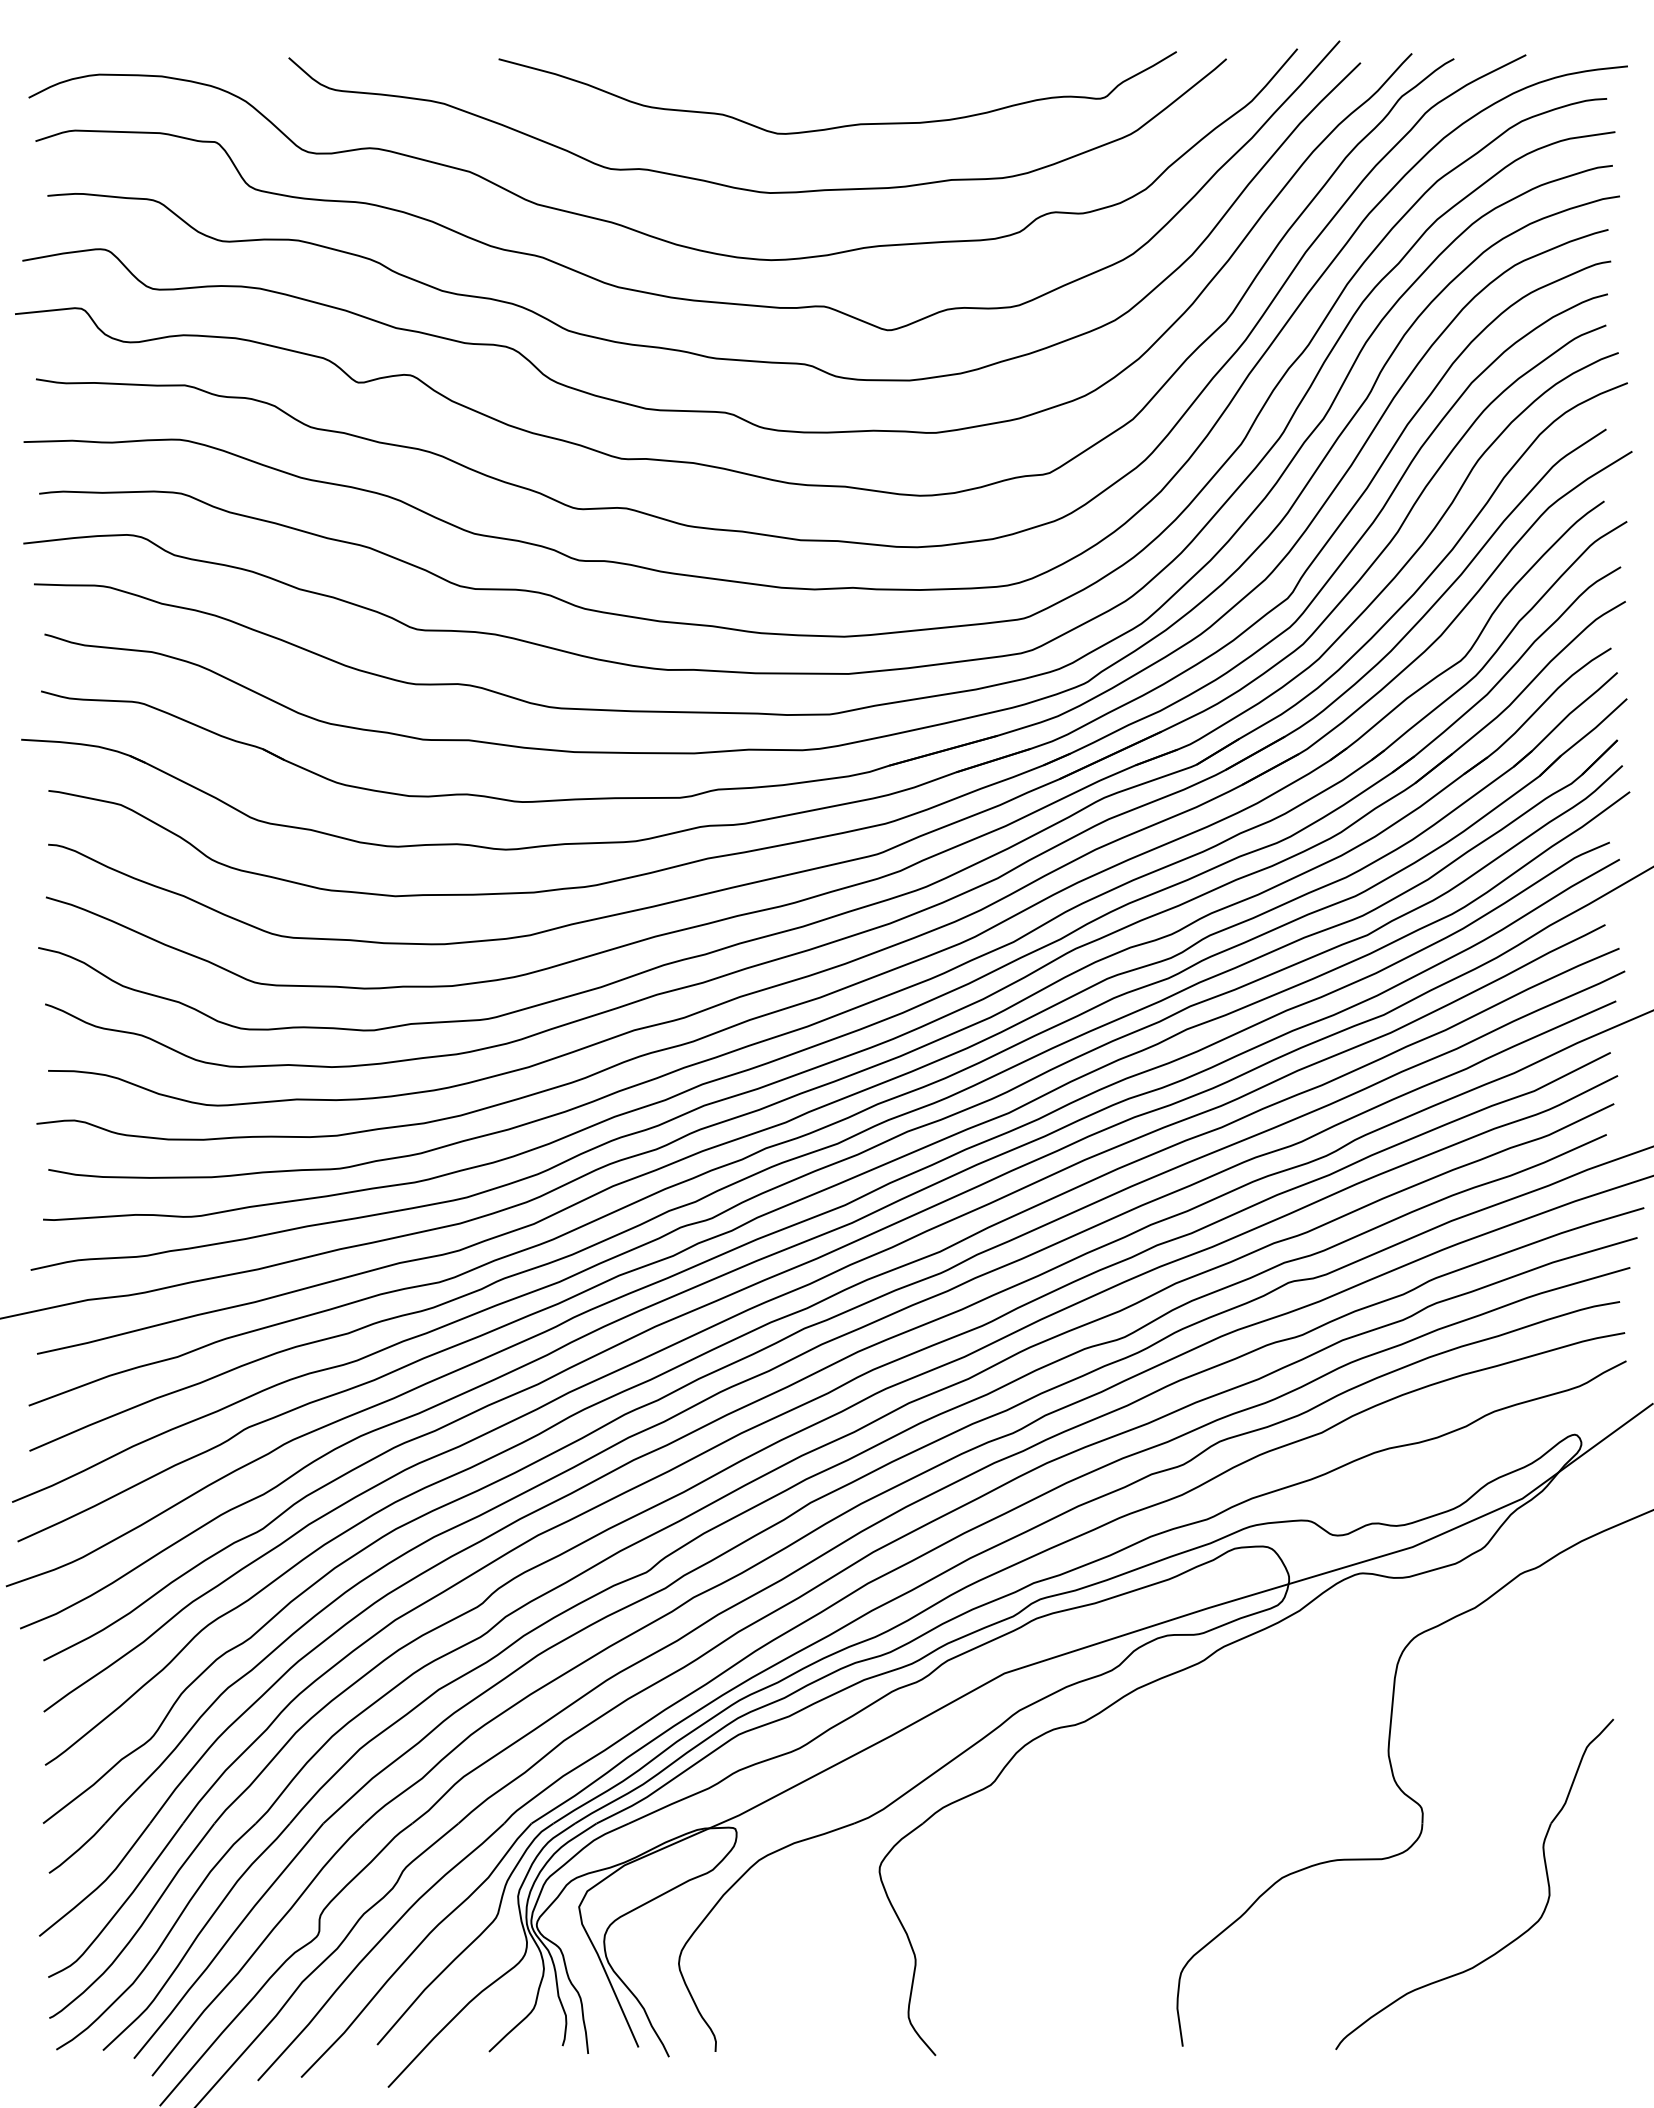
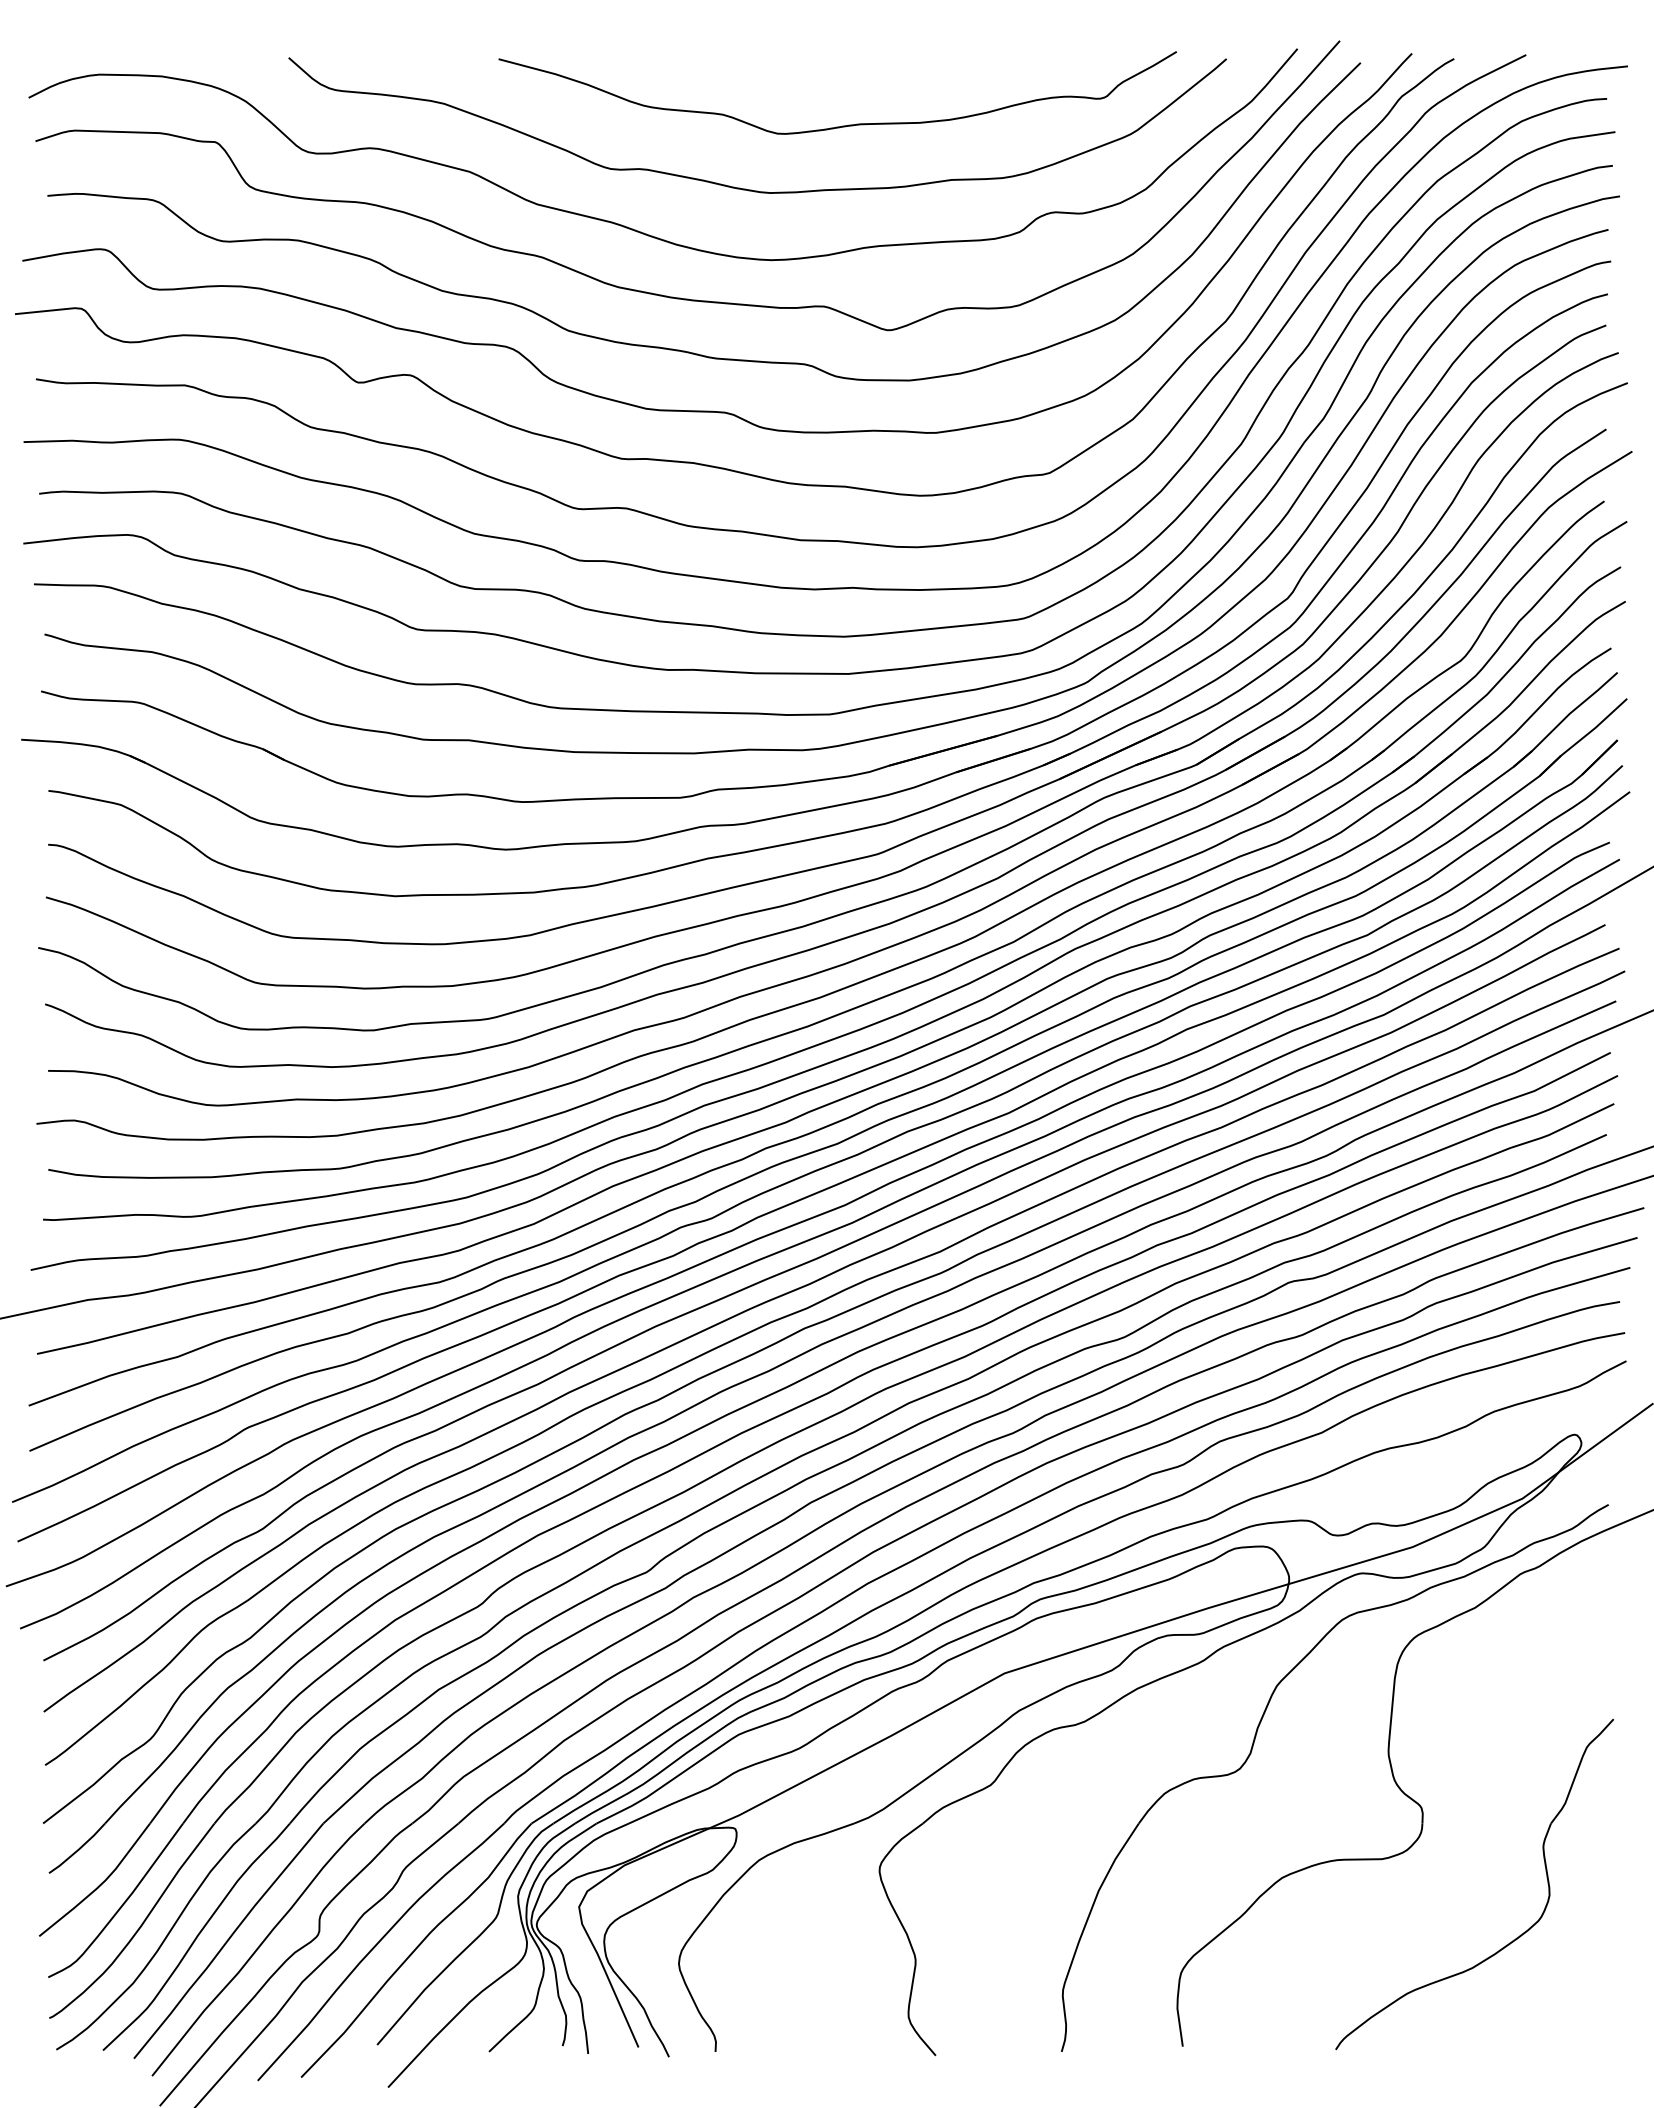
part at (1252, 1750): none -> present
